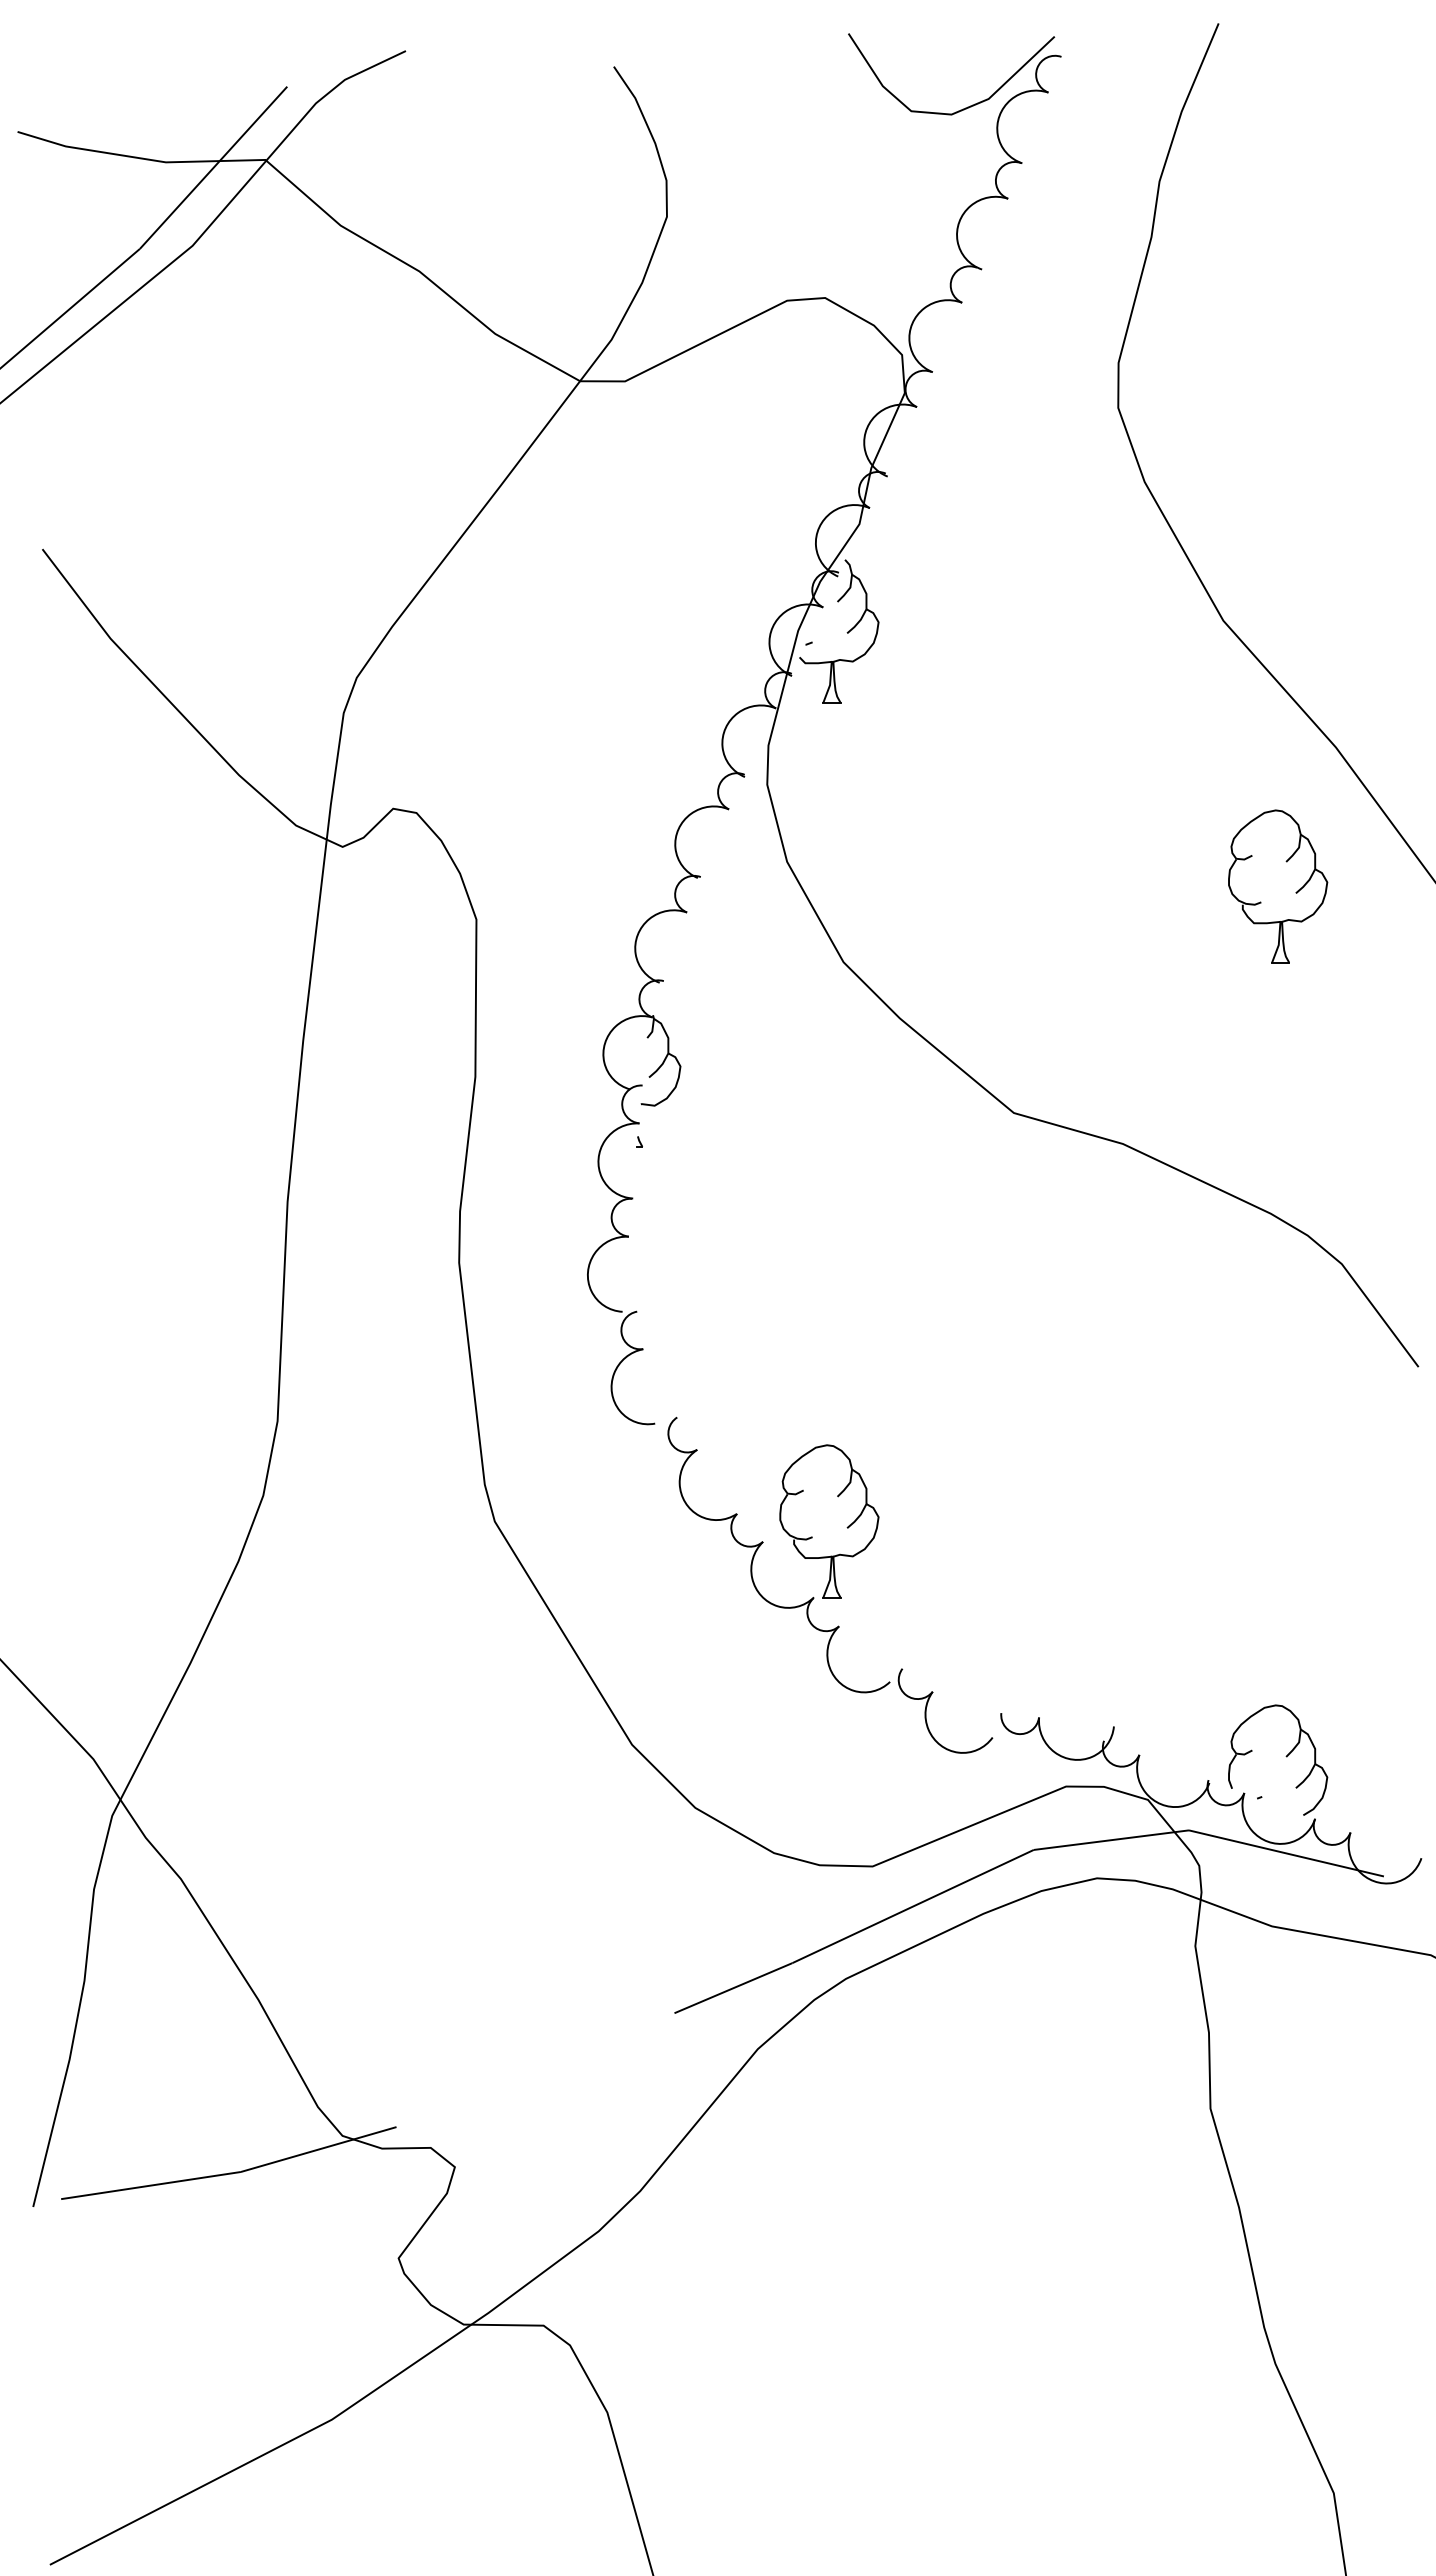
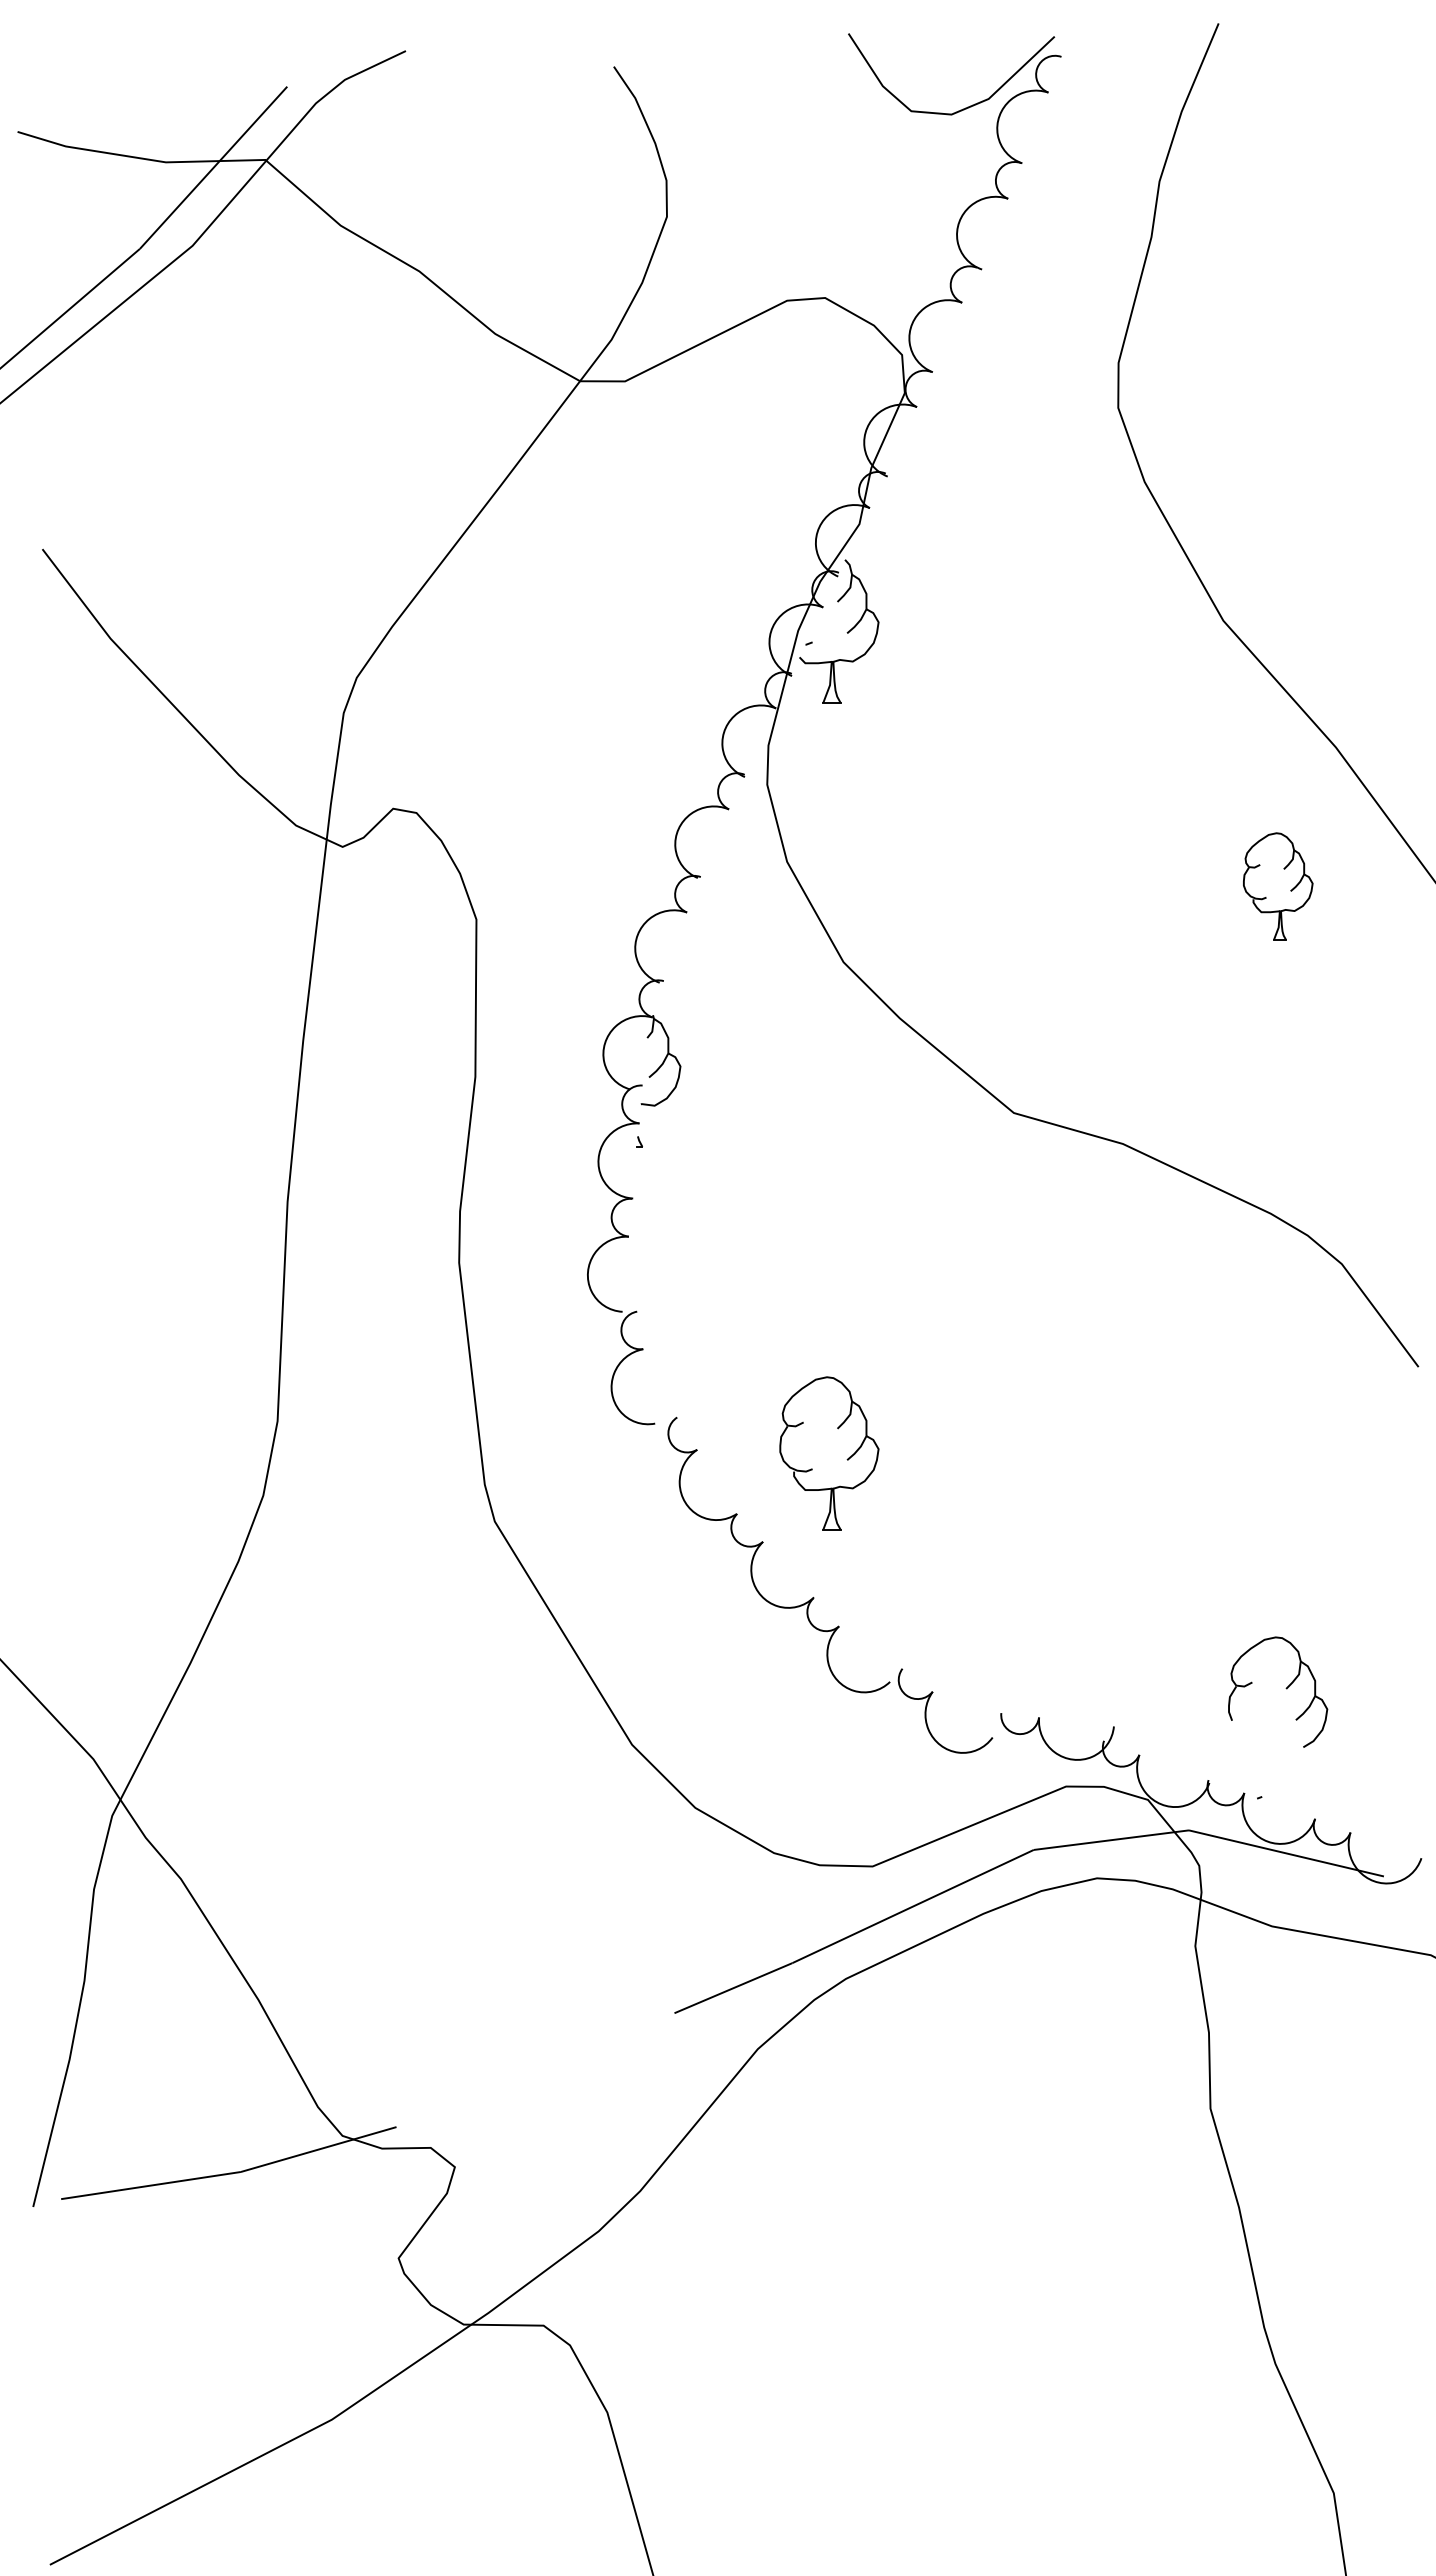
part at (1278, 886) size: 101x155 px -> 71x109 px
part at (829, 1521) position: (829, 1521) -> (829, 1453)
part at (1285, 1756) position: (1285, 1756) -> (1285, 1688)
